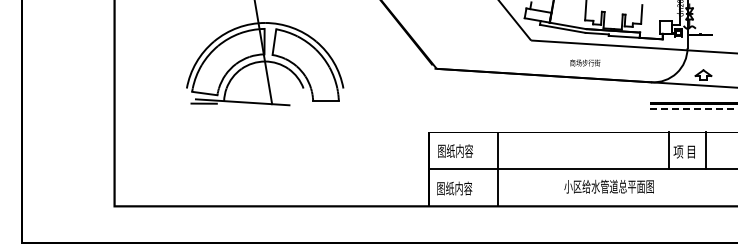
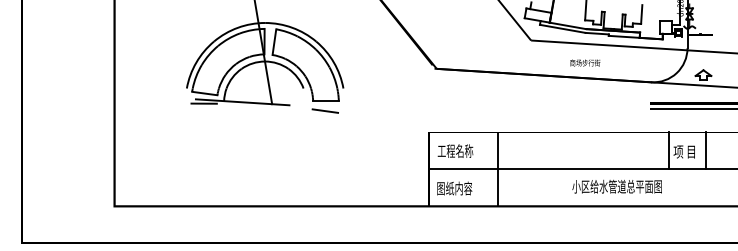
line at (694, 109): dashed -> solid
line at (325, 110): none -> present
text at (455, 150): 图纸内容 -> 工程名称
text at (608, 186) position: (608, 186) -> (616, 186)
